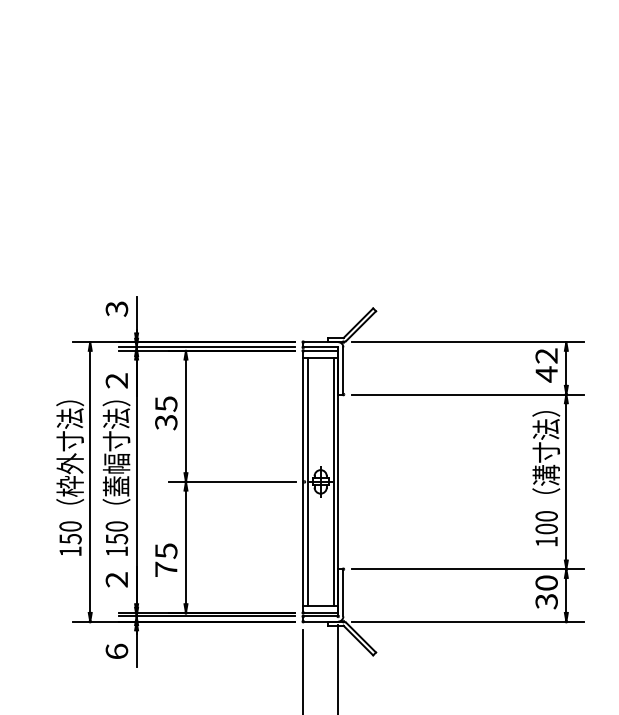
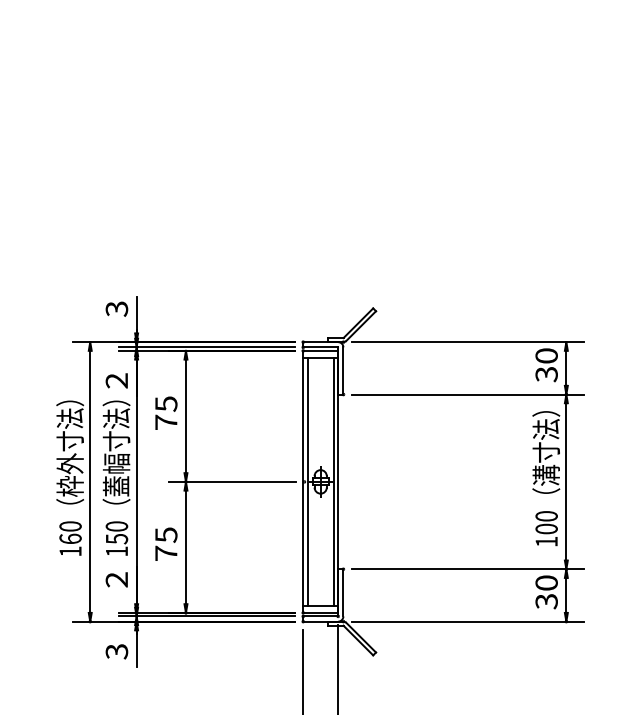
text at (546, 365): 42 -> 30
text at (166, 422): 35 -> 75
text at (70, 538): 150 -> 160
text at (166, 559) position: (166, 559) -> (166, 543)
text at (116, 651): 6 -> 3
